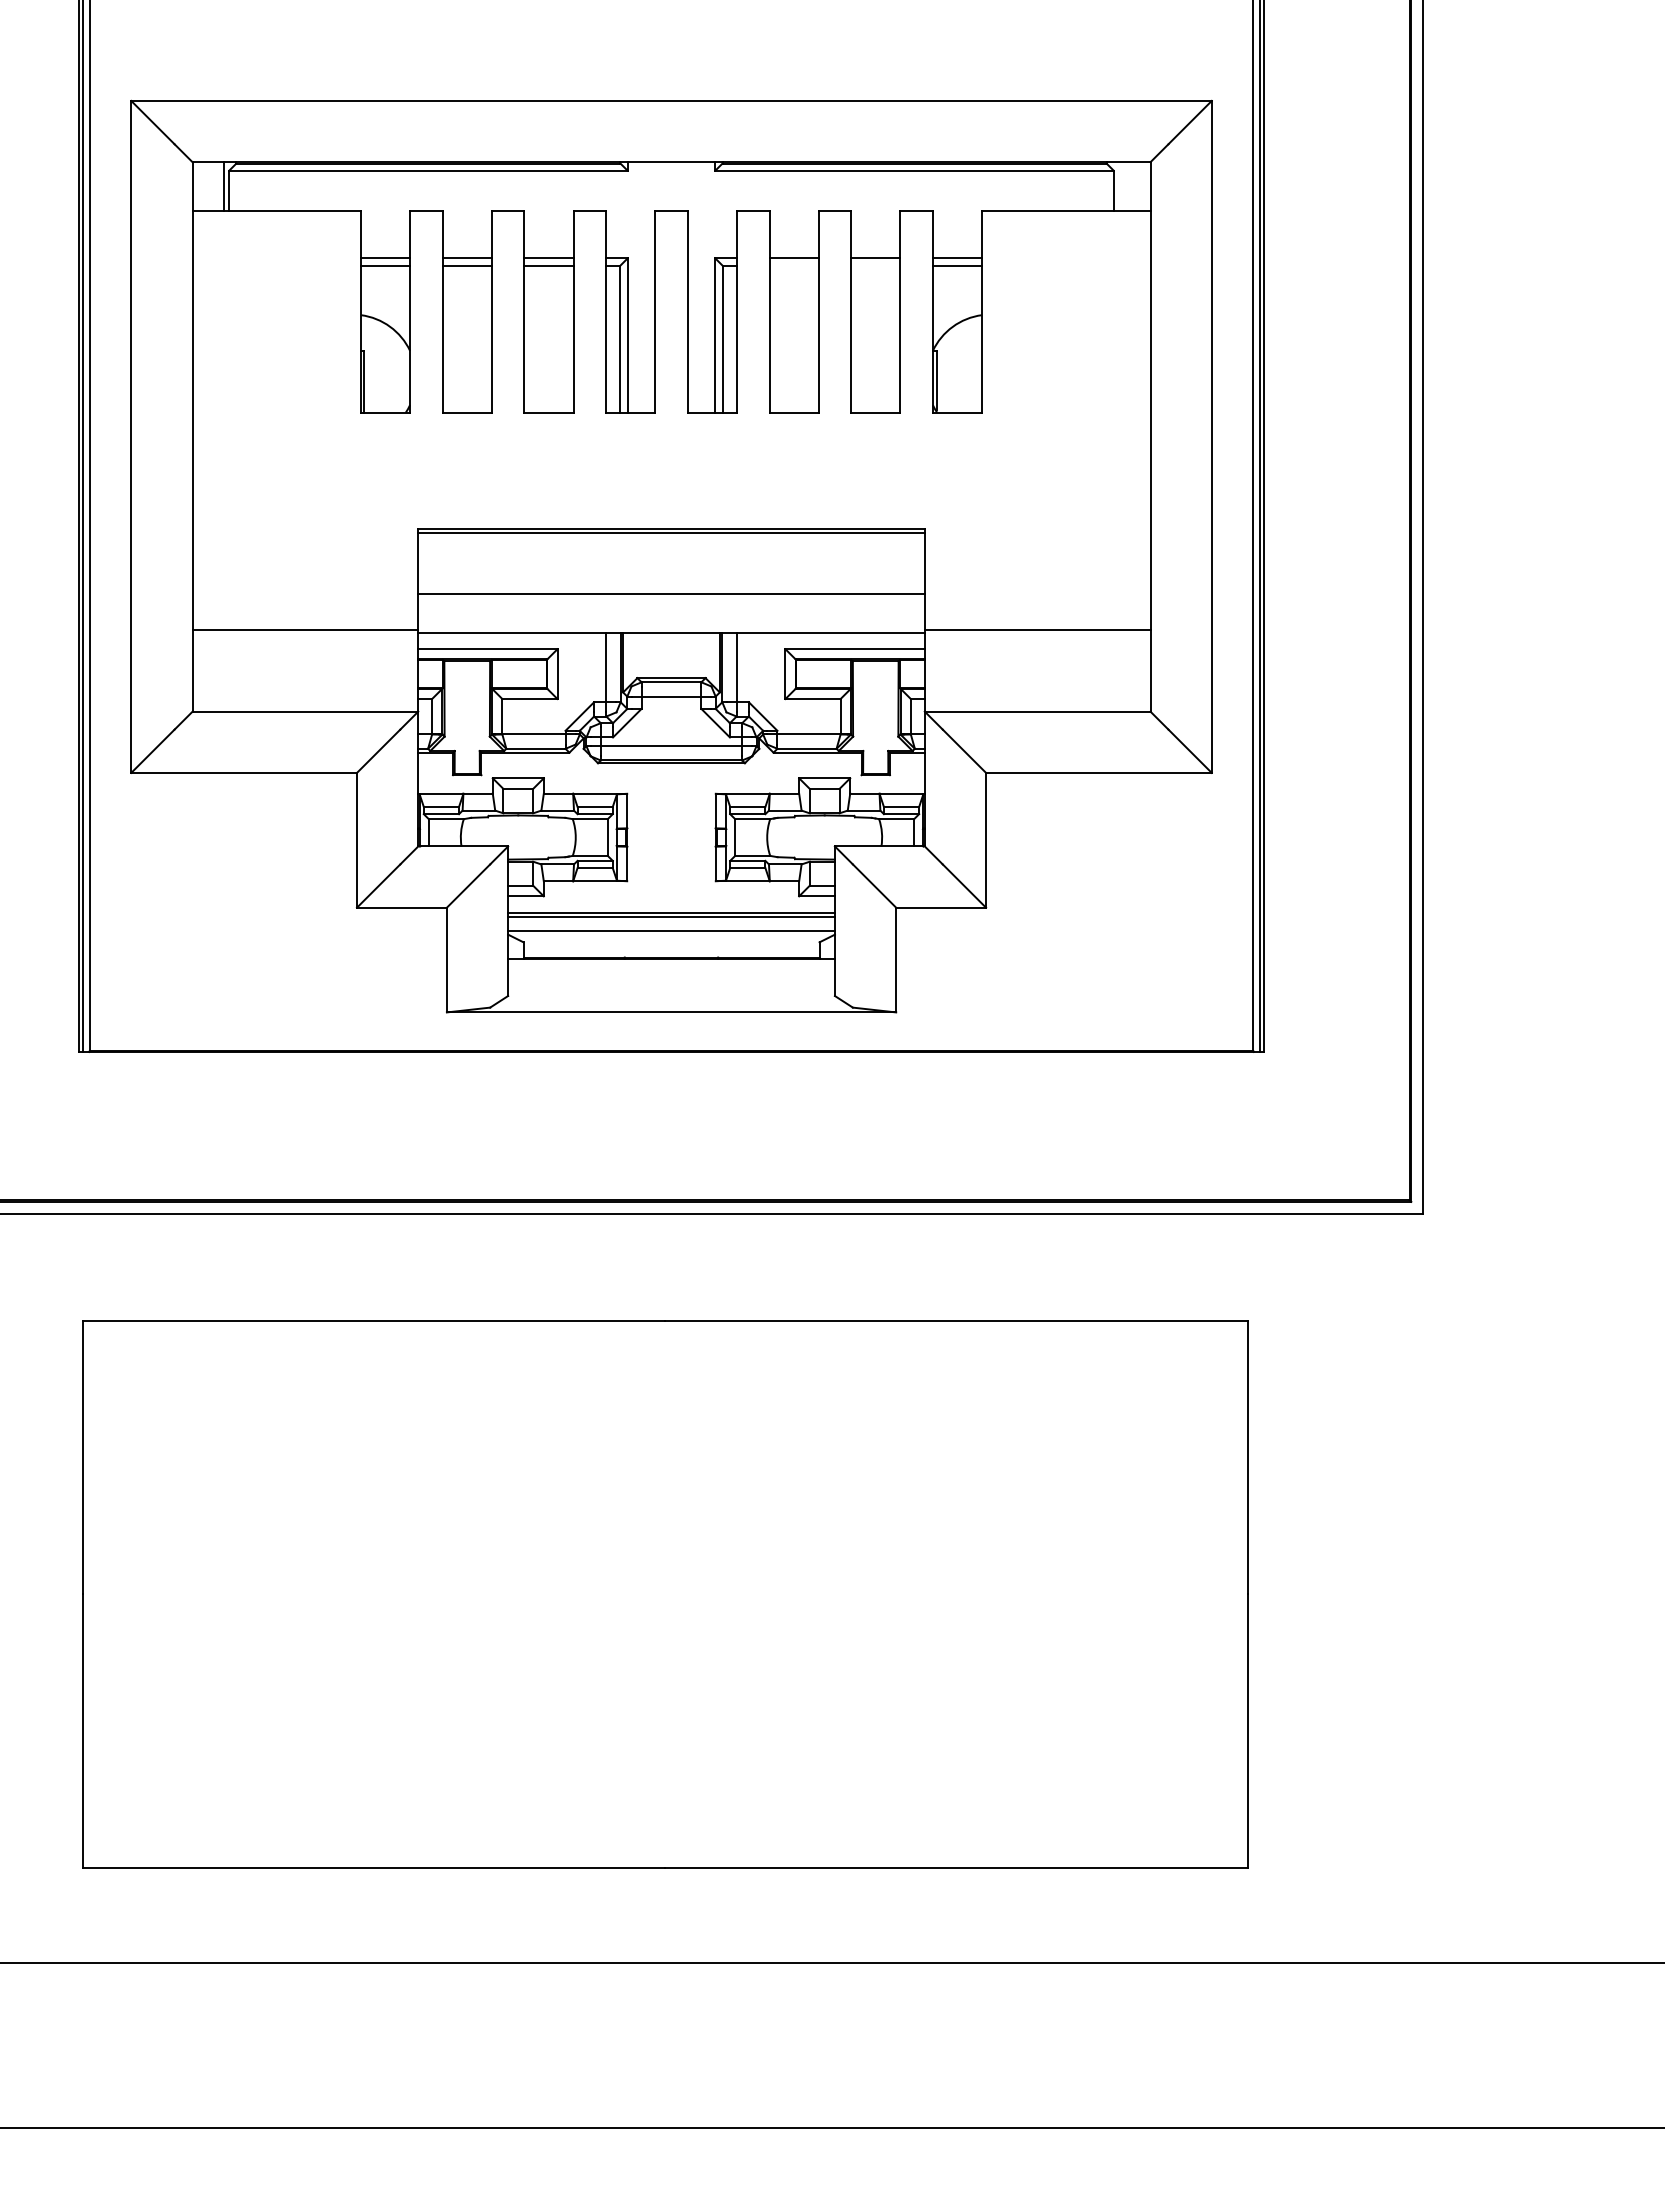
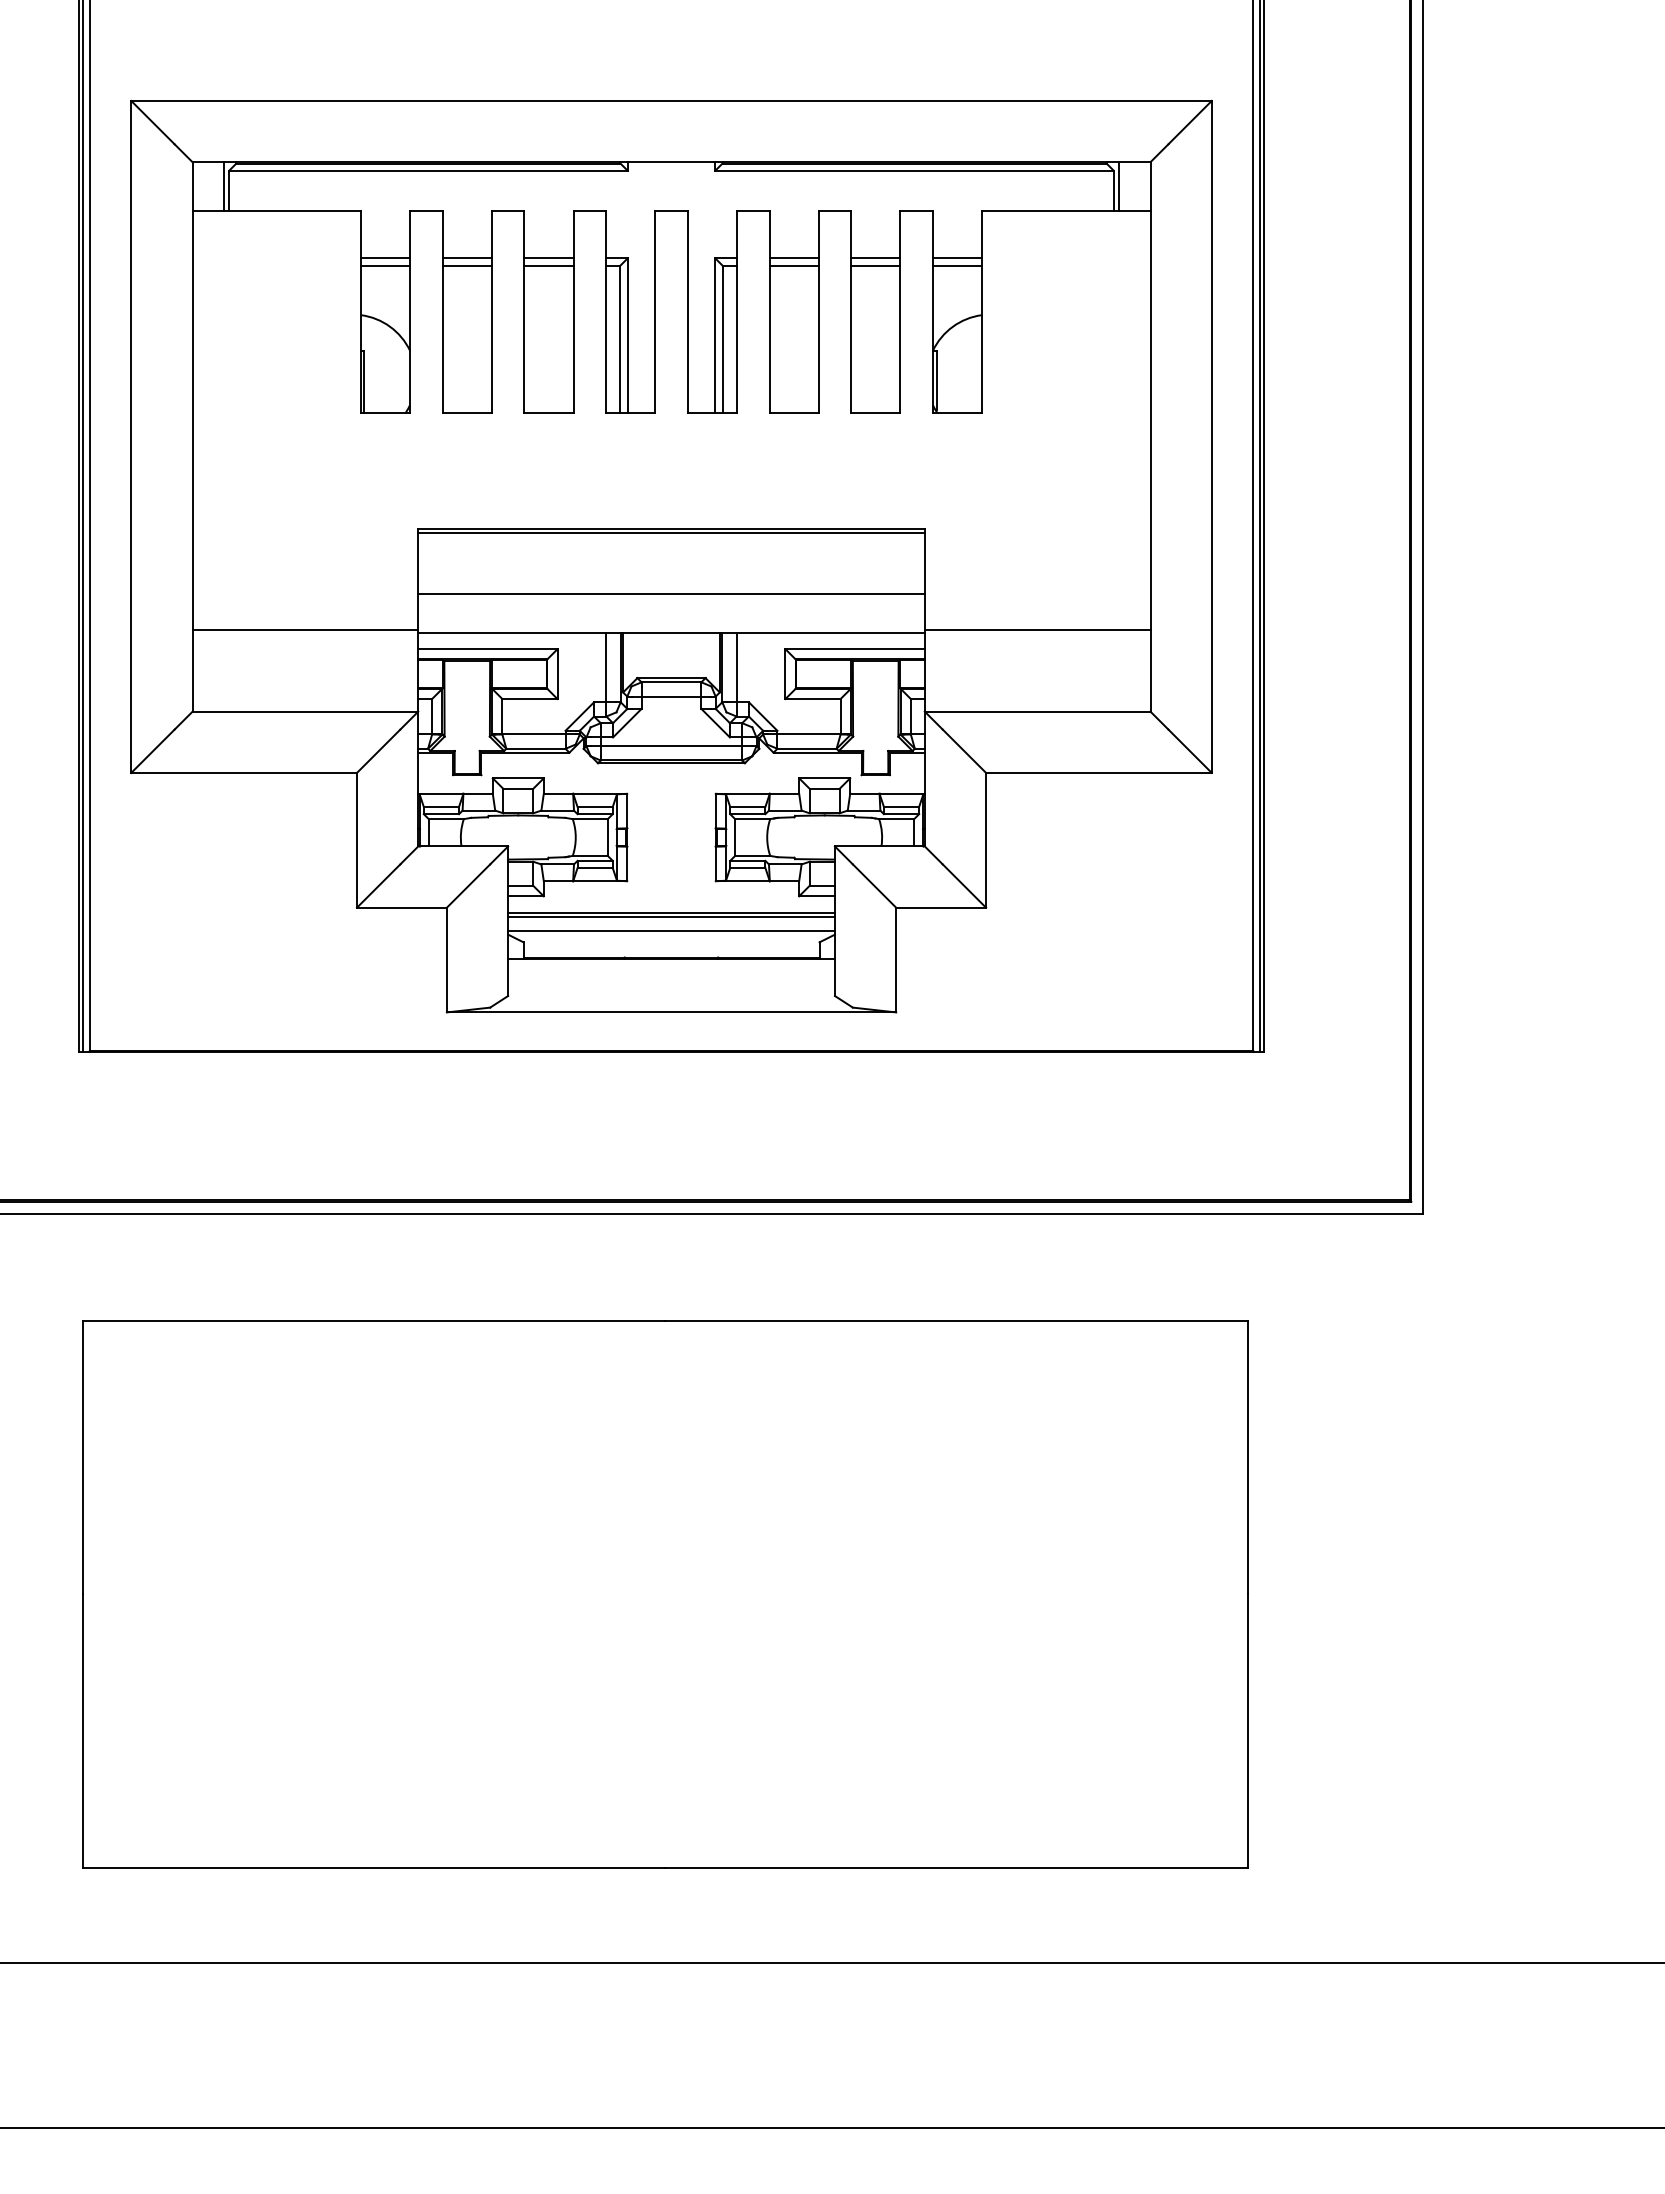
line at (1119, 186): none -> present
line at (793, 265): none -> present
line at (875, 265): none -> present
